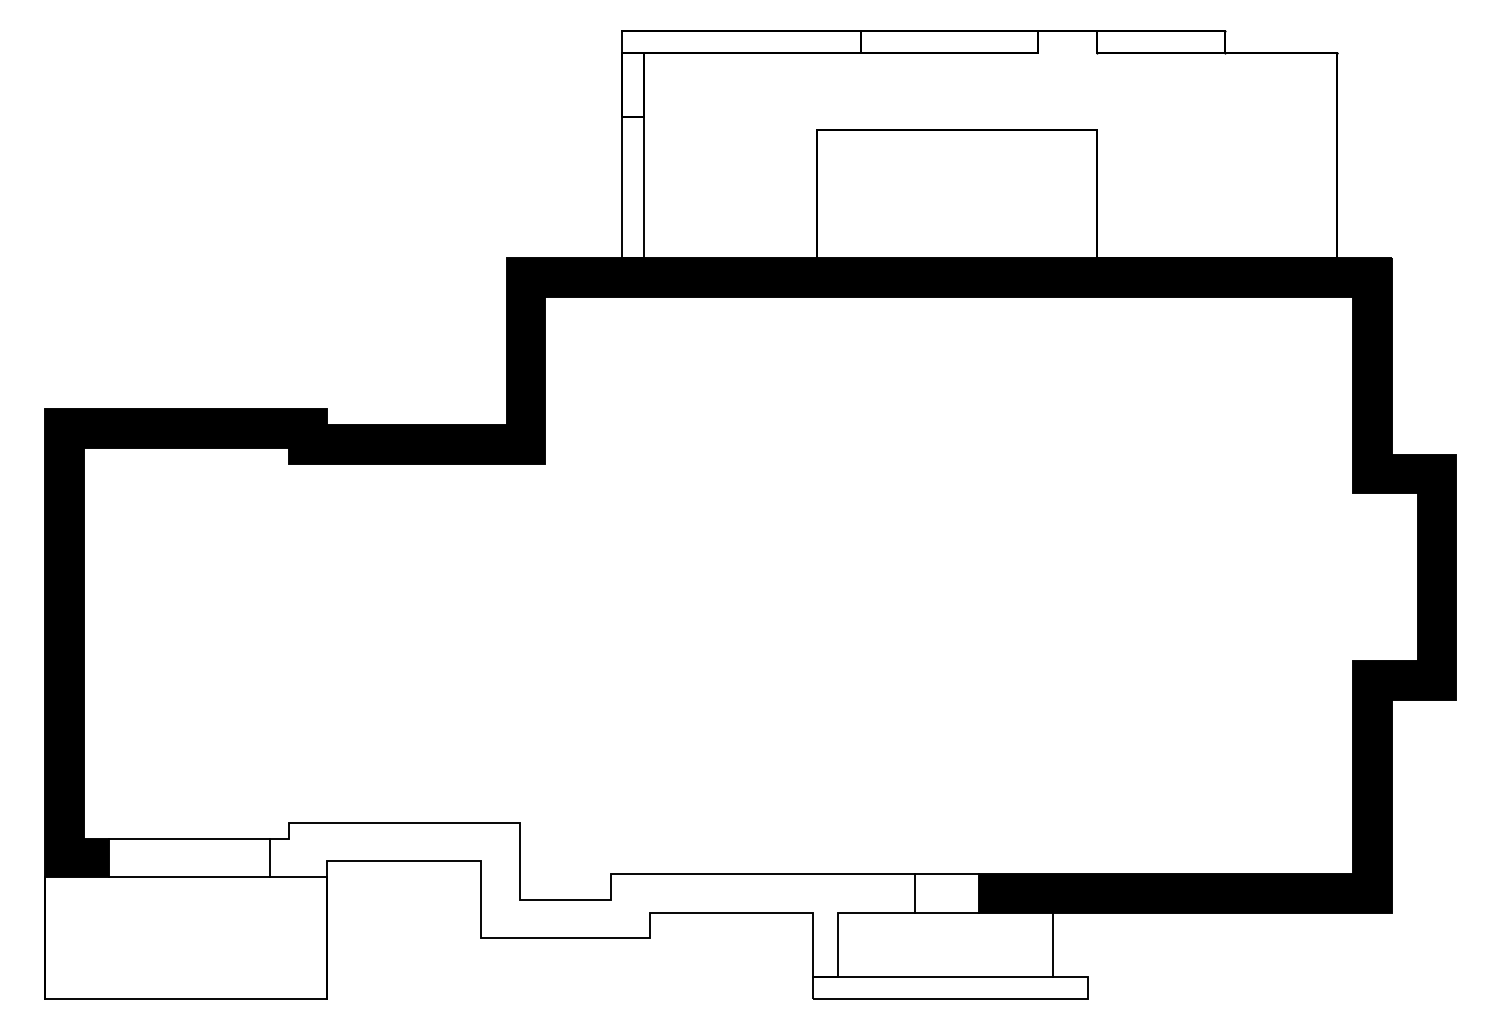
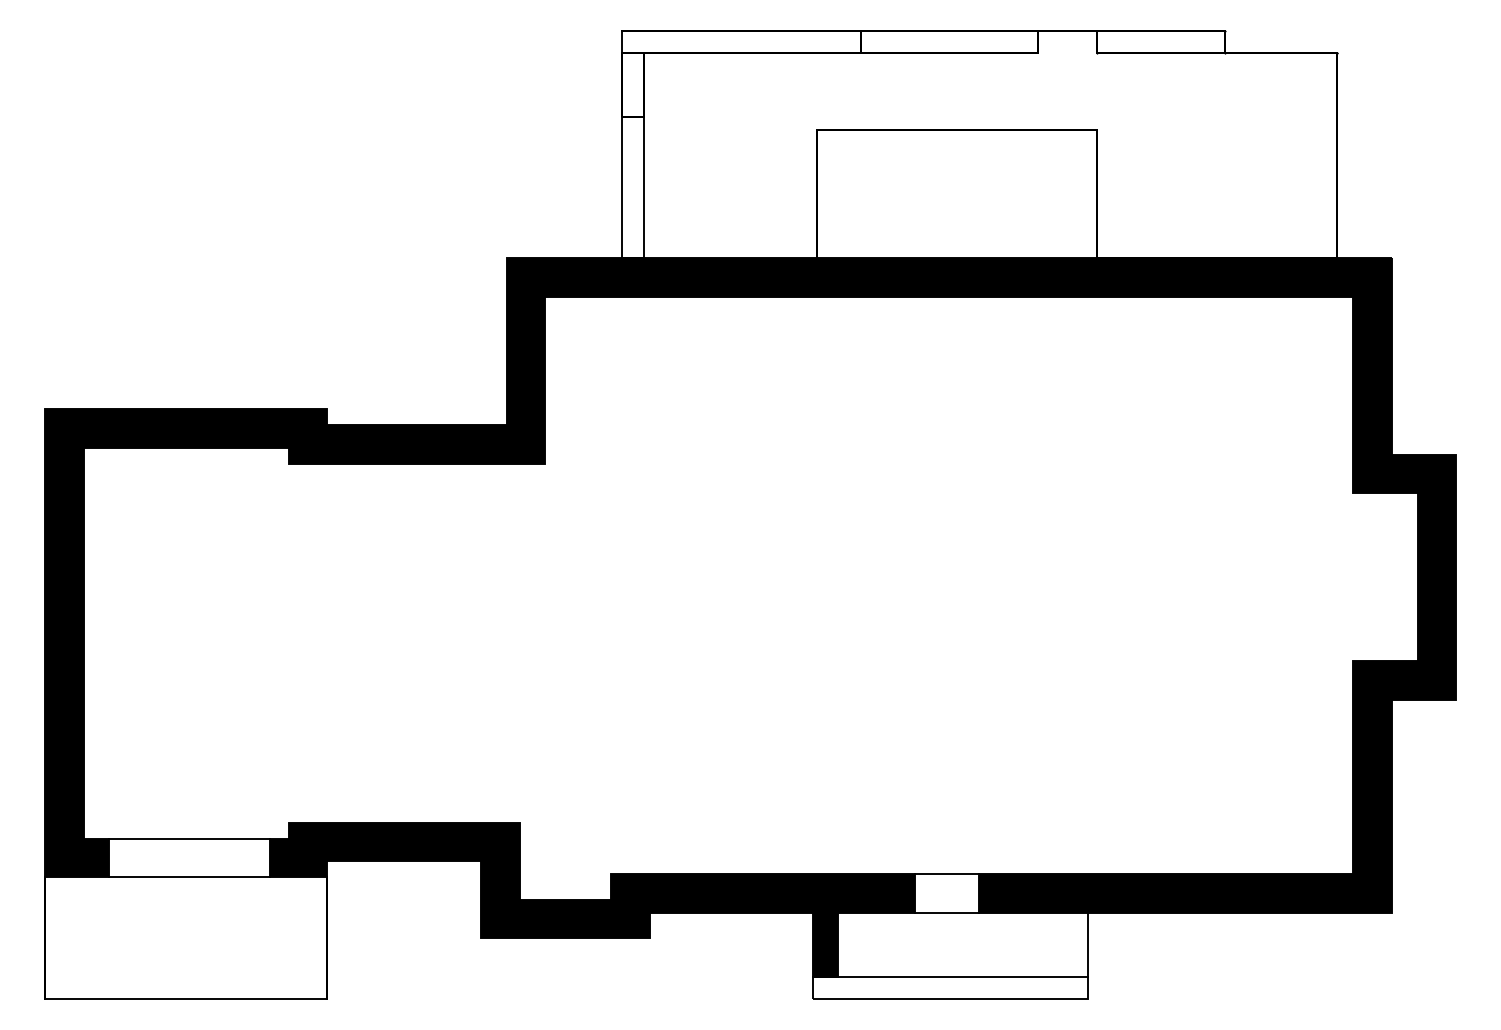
fill at (591, 899): none -> present
line at (1053, 944) position: (1053, 944) -> (1088, 944)
